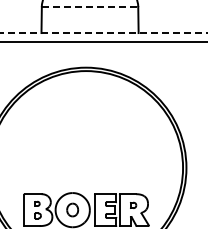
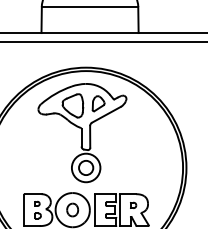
line at (90, 7): dashed -> solid
line at (104, 33): dashed -> solid
part at (82, 133): none -> present
